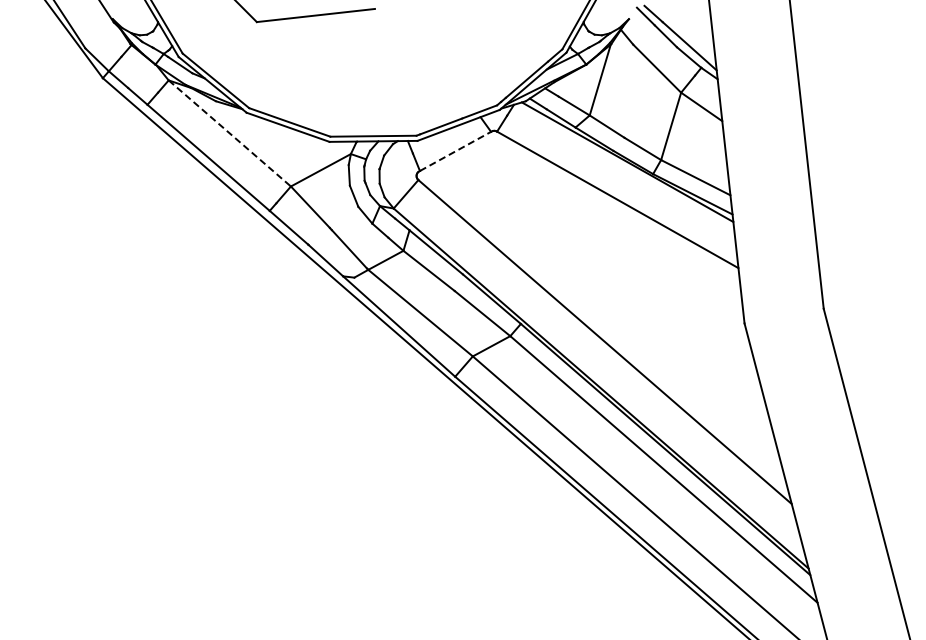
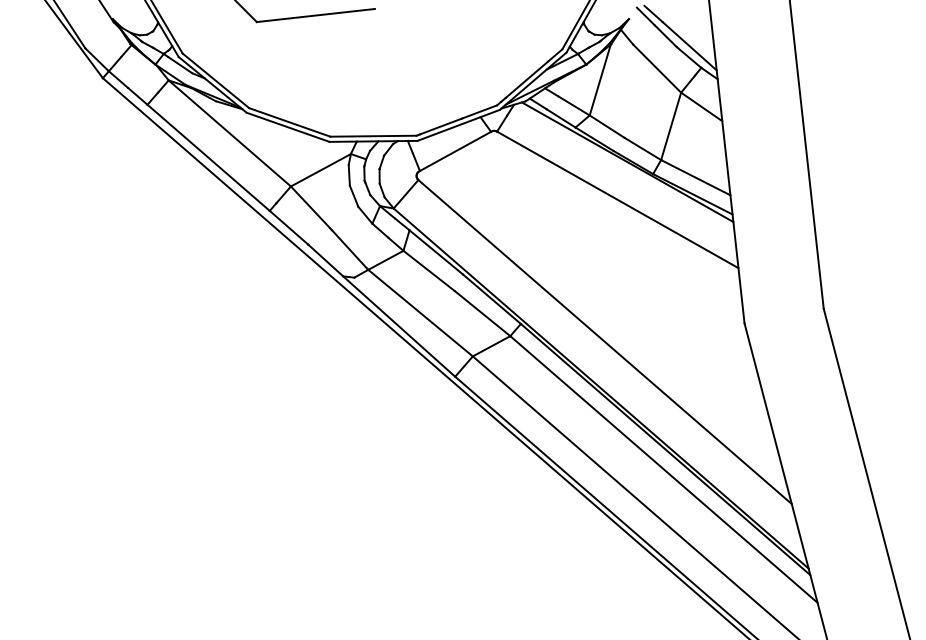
line at (229, 133): dashed -> solid
line at (455, 151): dashed -> solid
